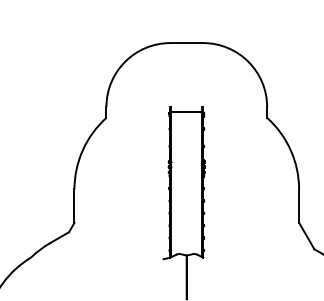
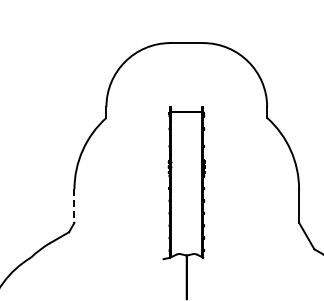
line at (74, 206): solid -> dashed
